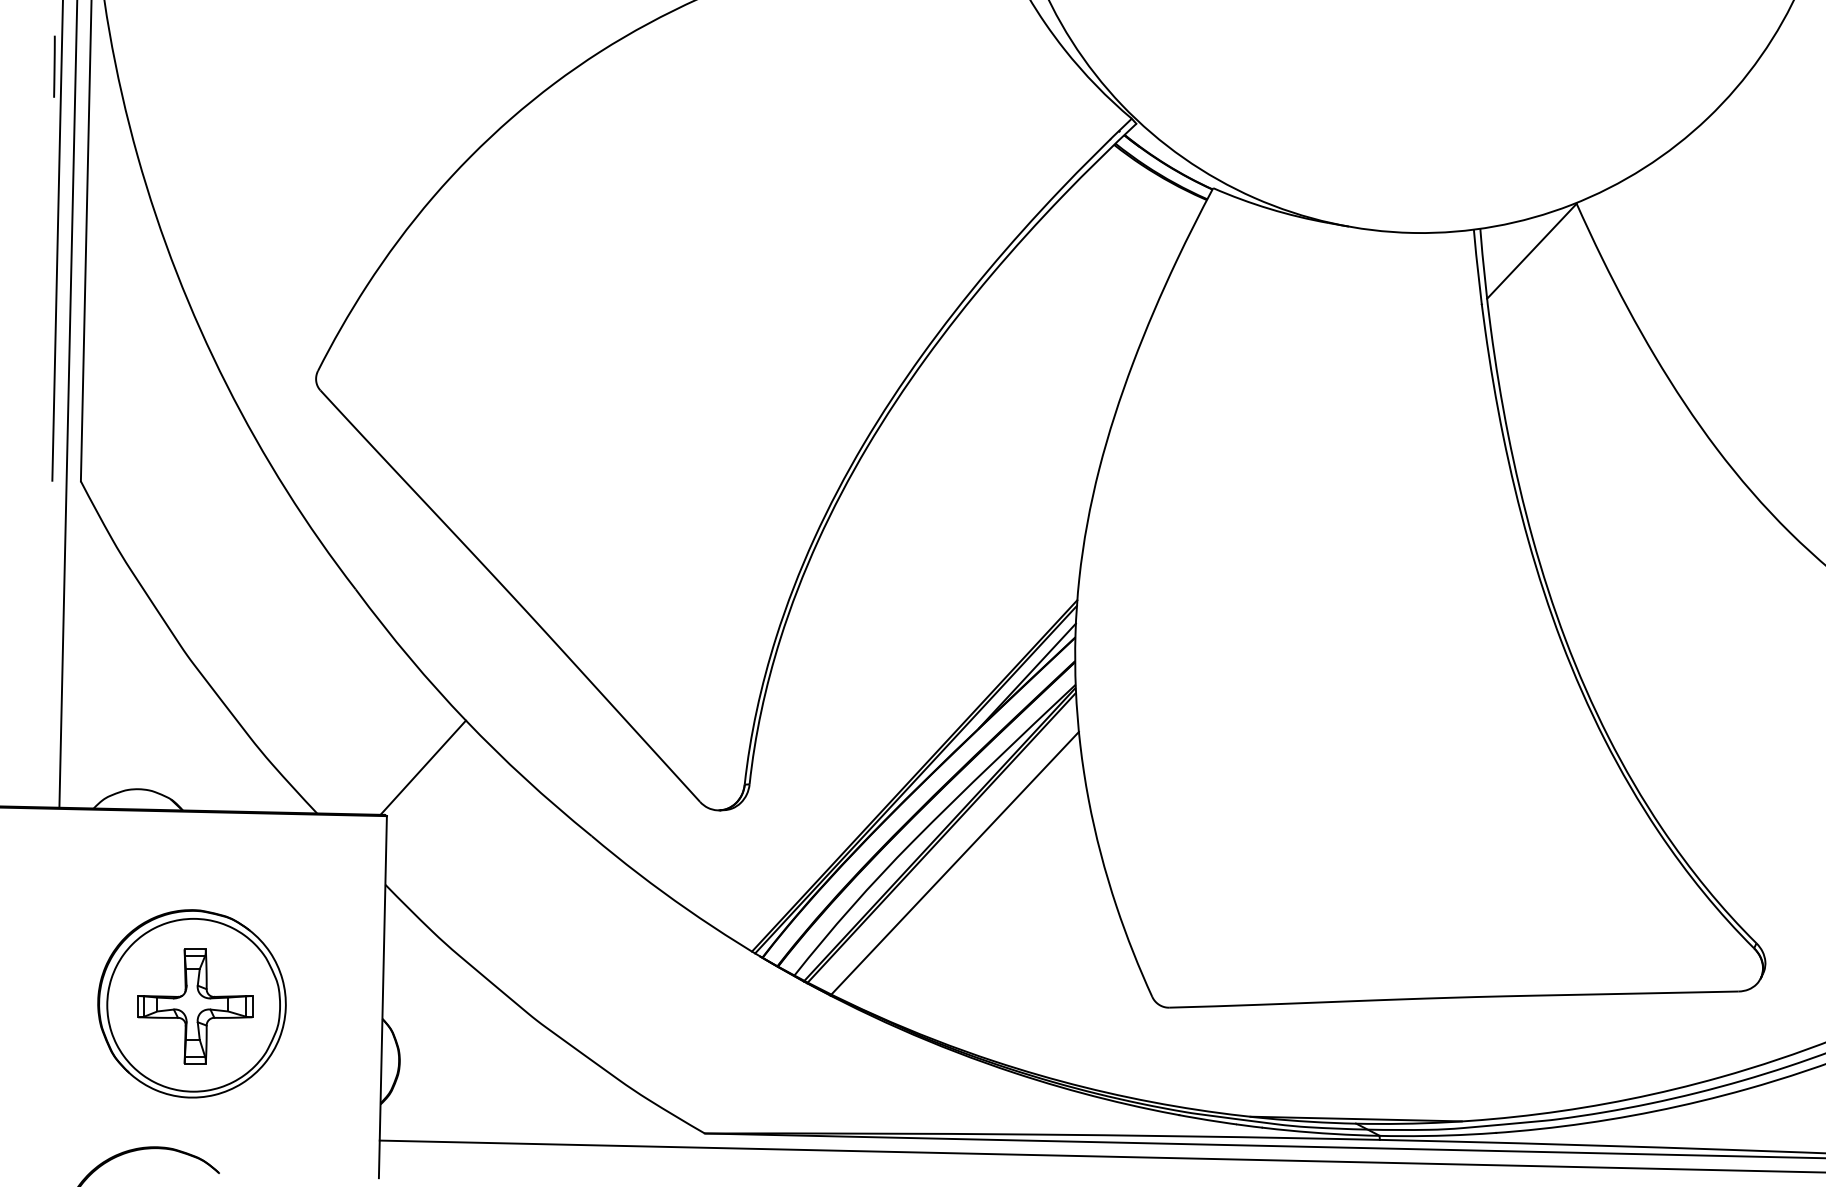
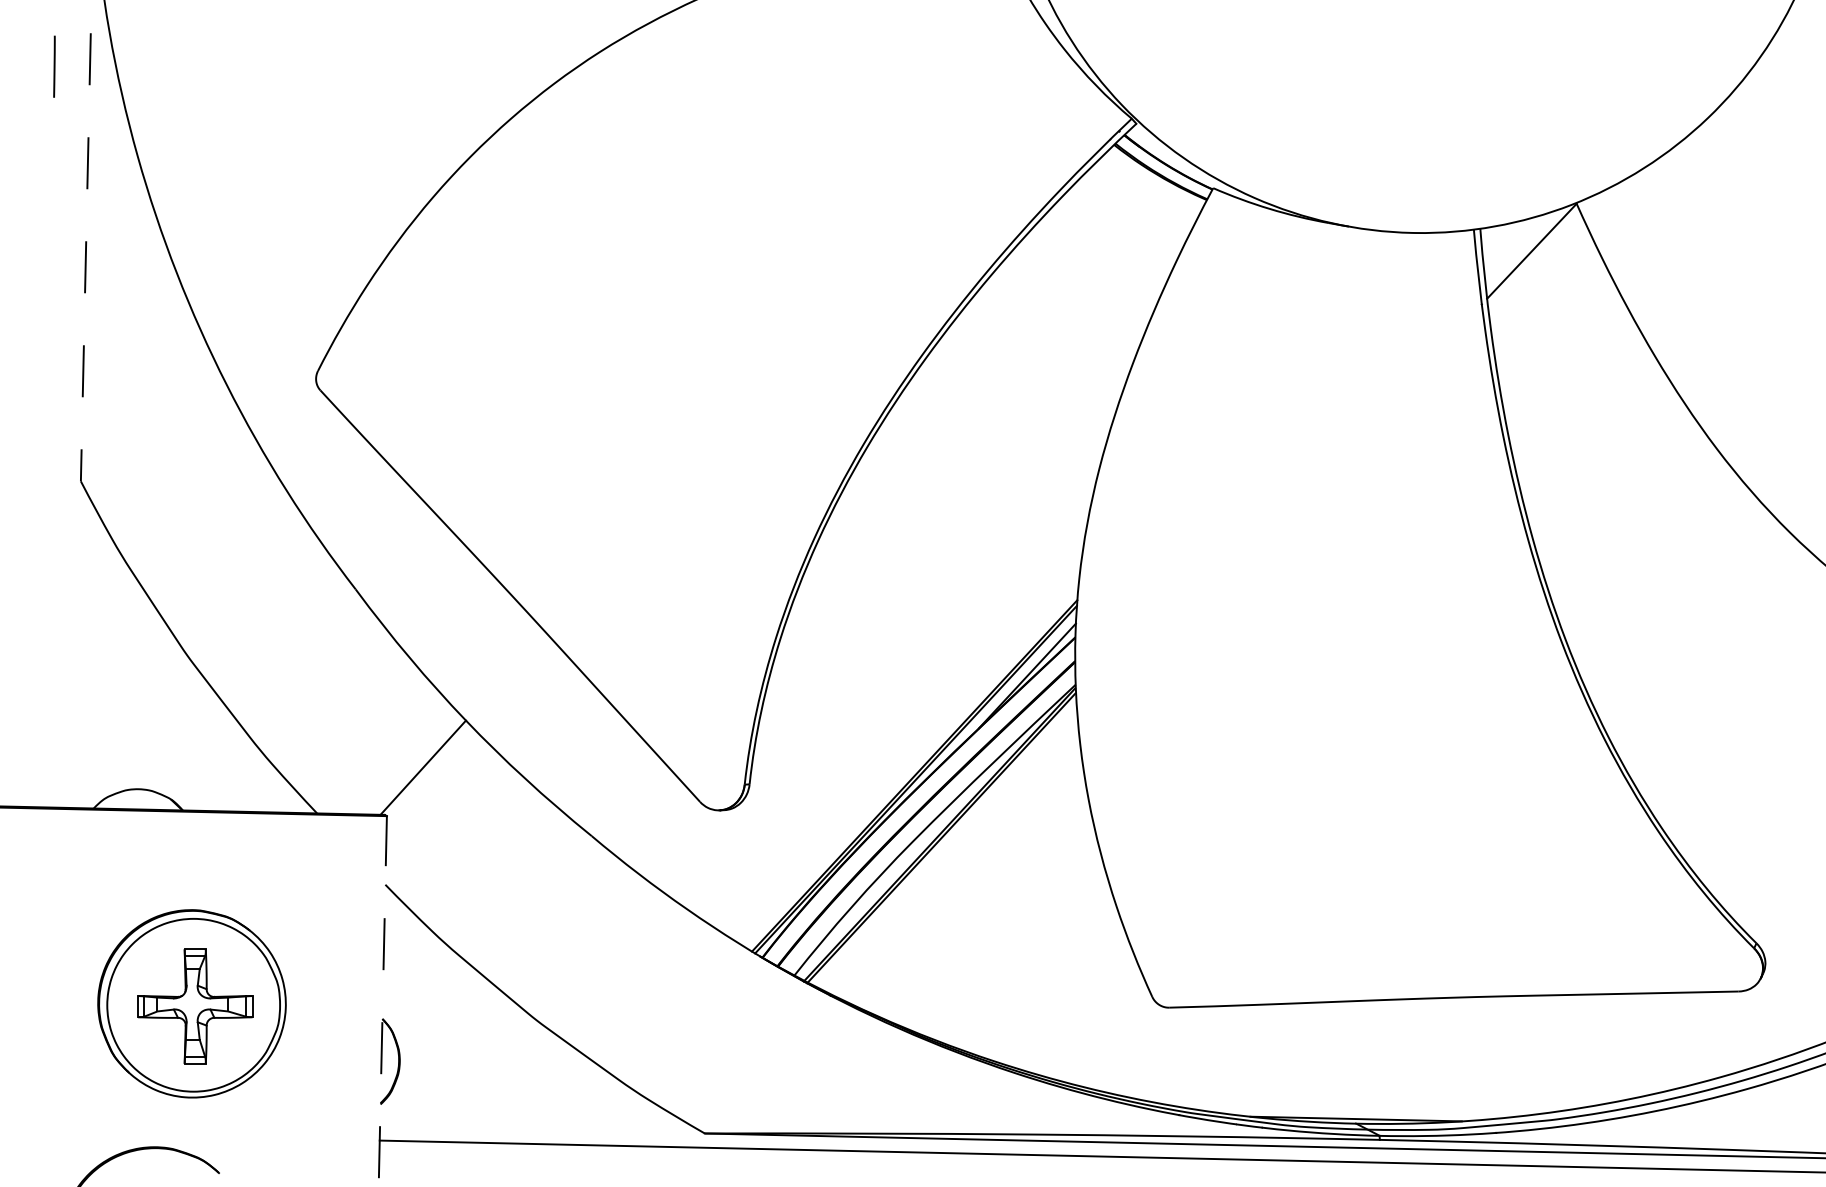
line at (57, 241): present -> none
line at (86, 241): solid -> dashed
line at (68, 404): present -> none
line at (954, 862): present -> none
line at (382, 996): solid -> dashed
